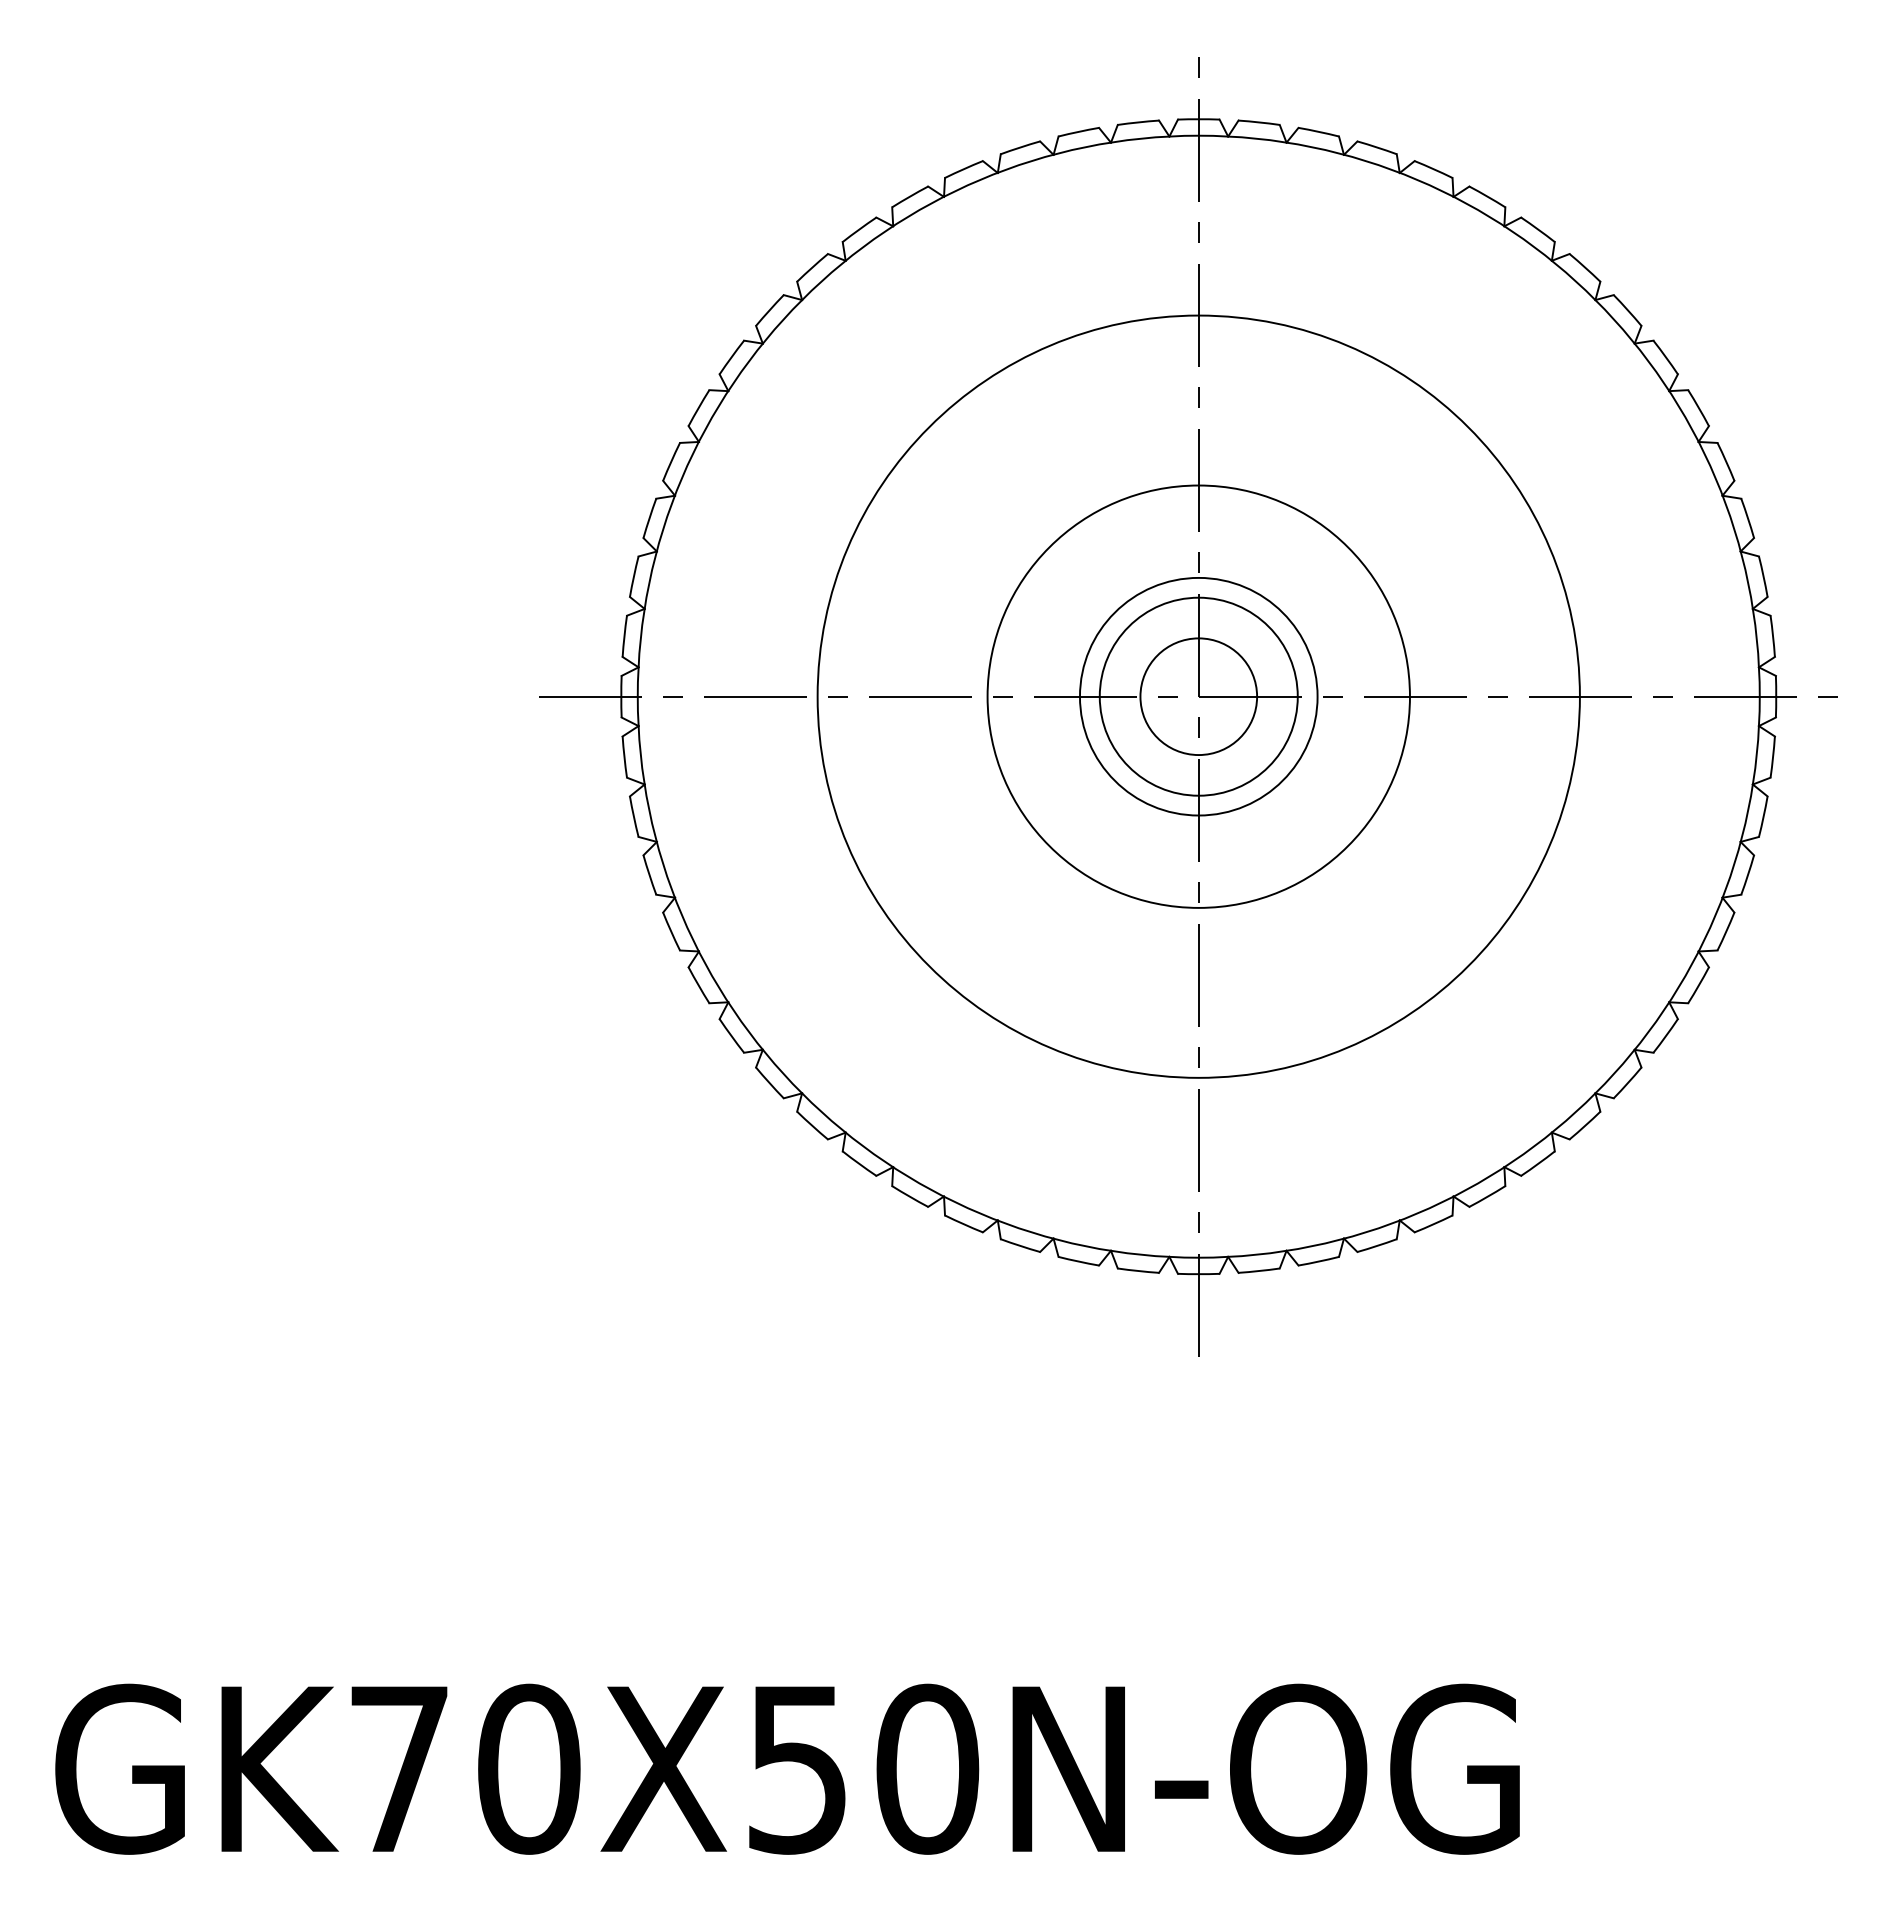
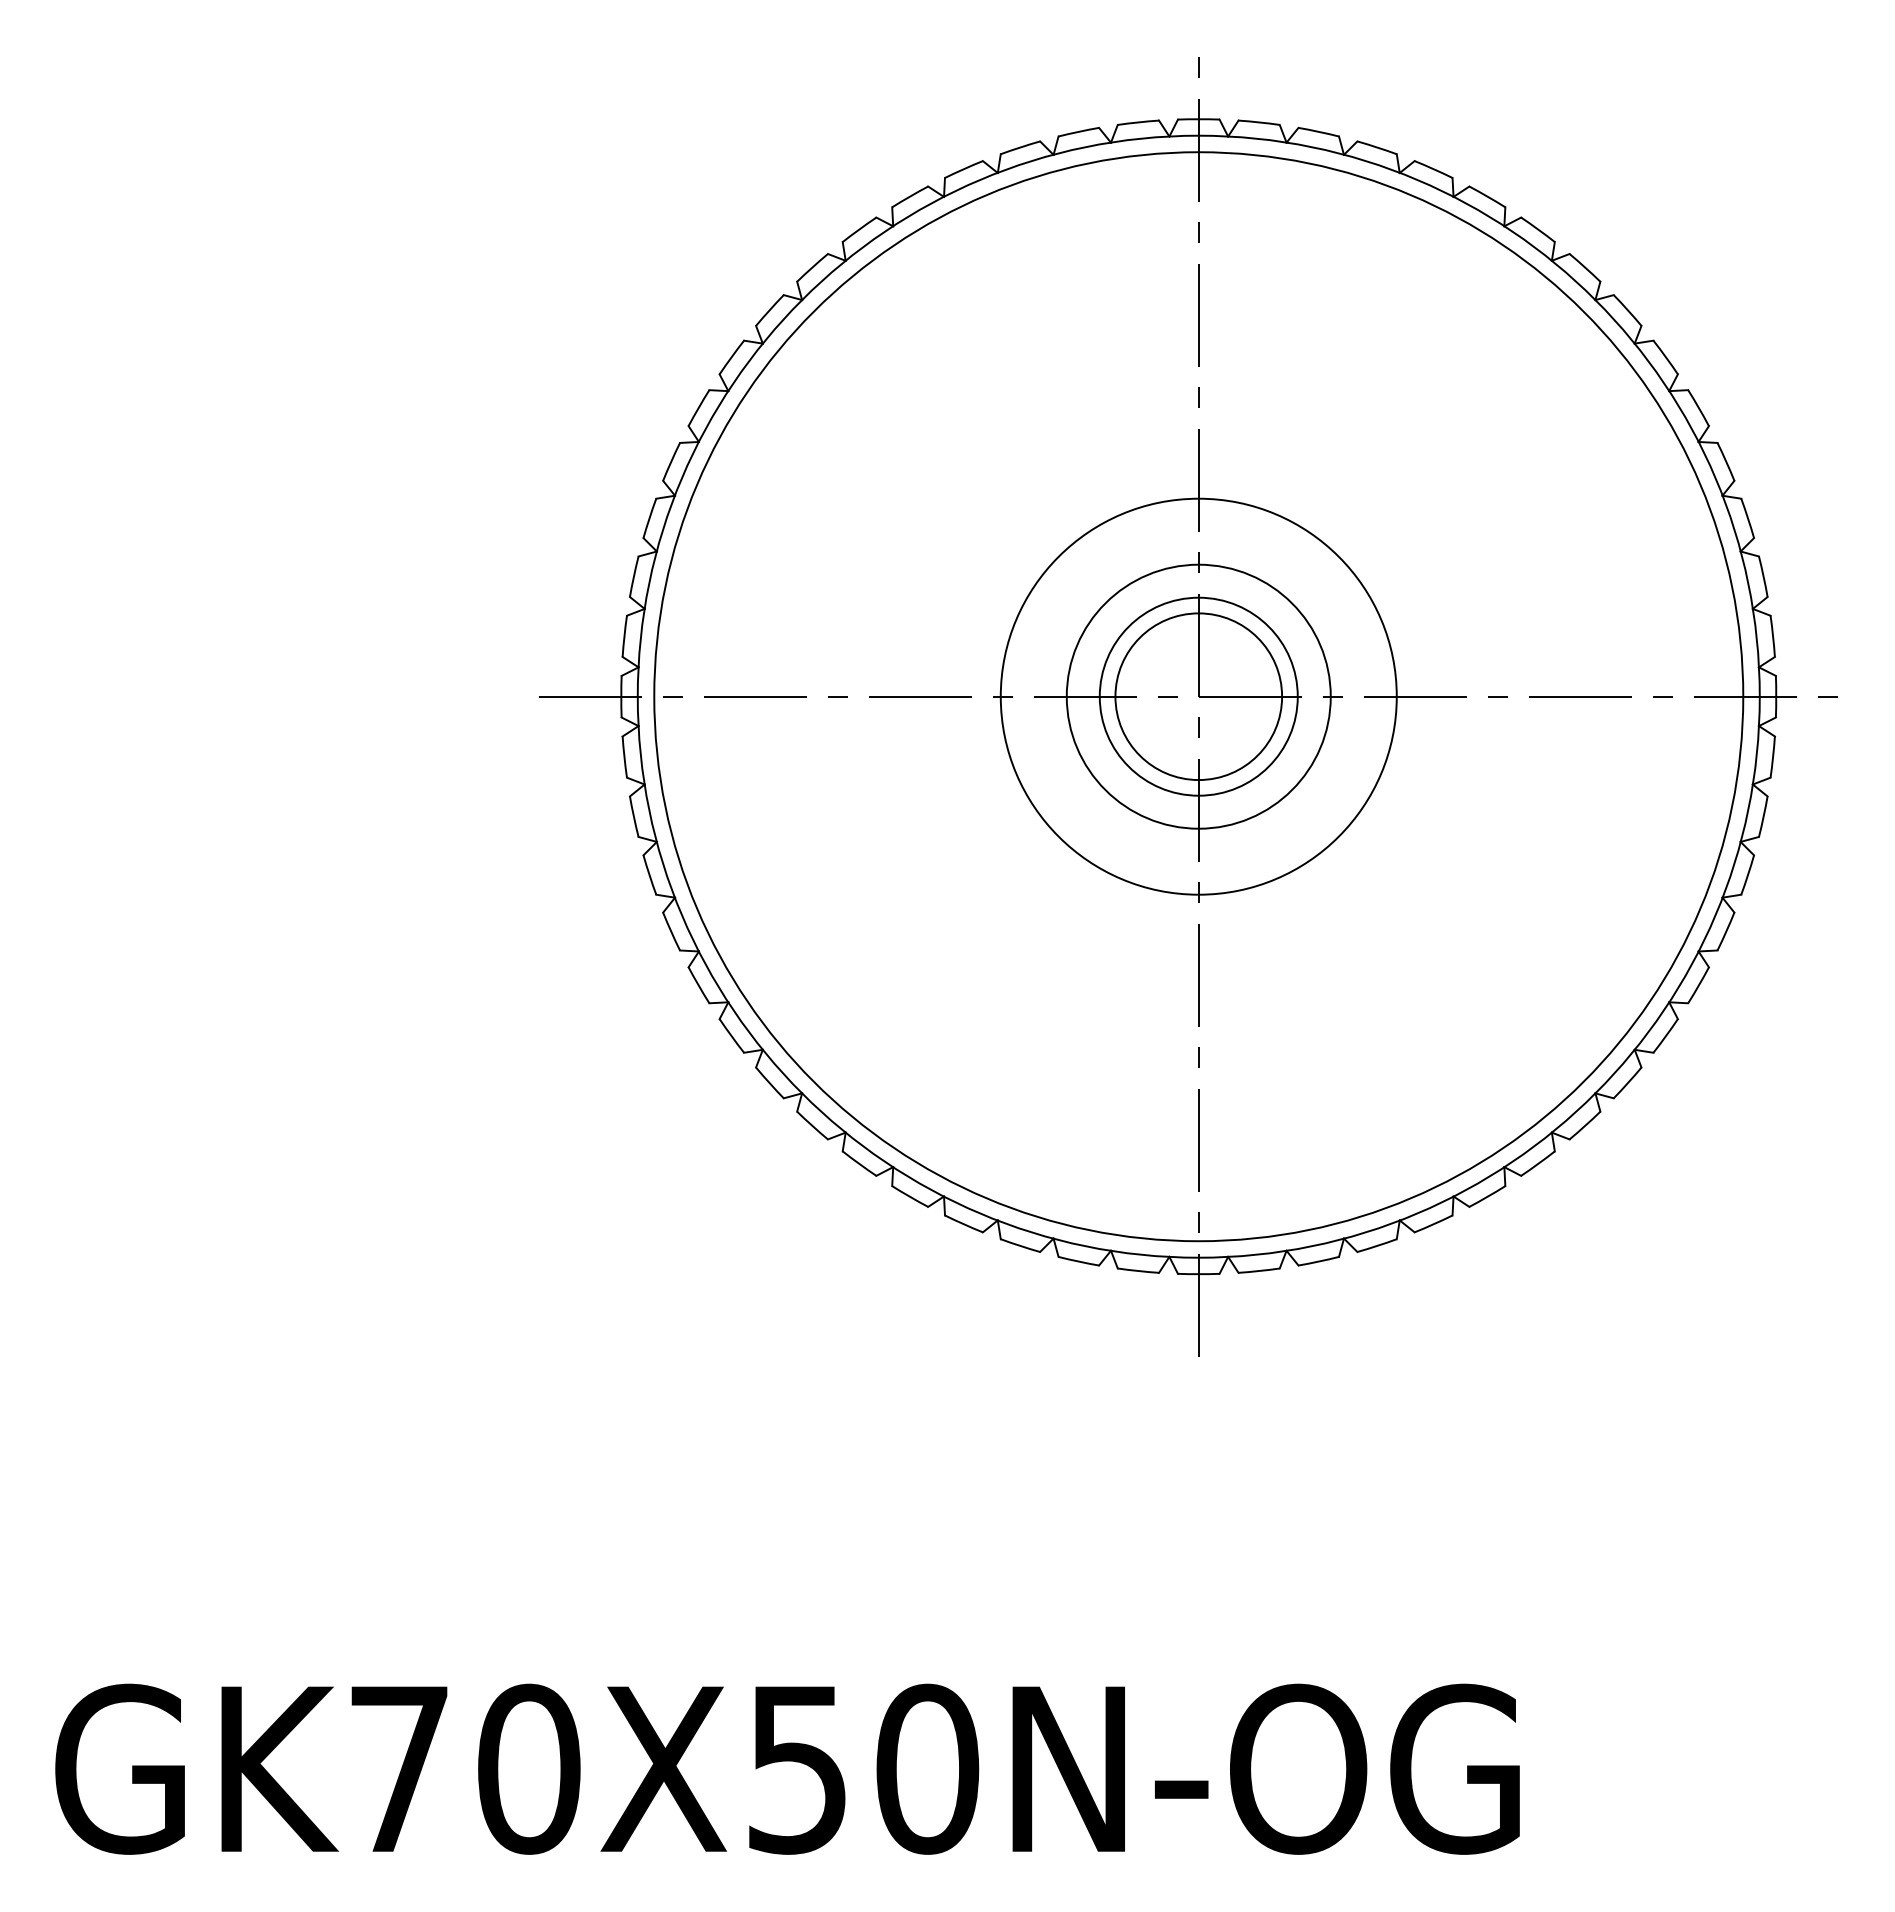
circle at (1198, 696) diameter: 117 px -> 167 px
circle at (1198, 696) diameter: 238 px -> 396 px
circle at (1198, 696) diameter: 422 px -> 264 px
circle at (1198, 696) diameter: 762 px -> 1089 px
